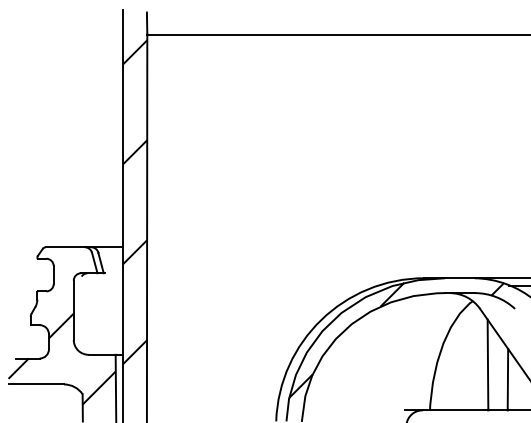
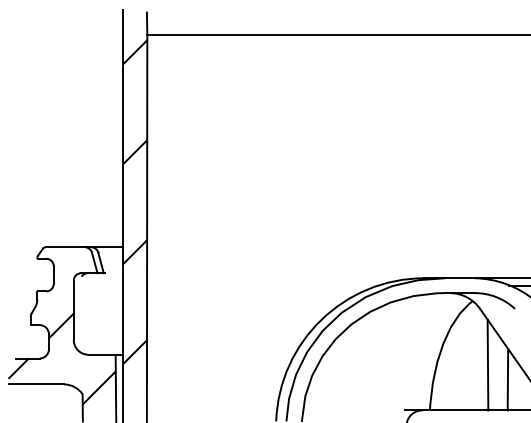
hatch at (396, 339): present -> none
